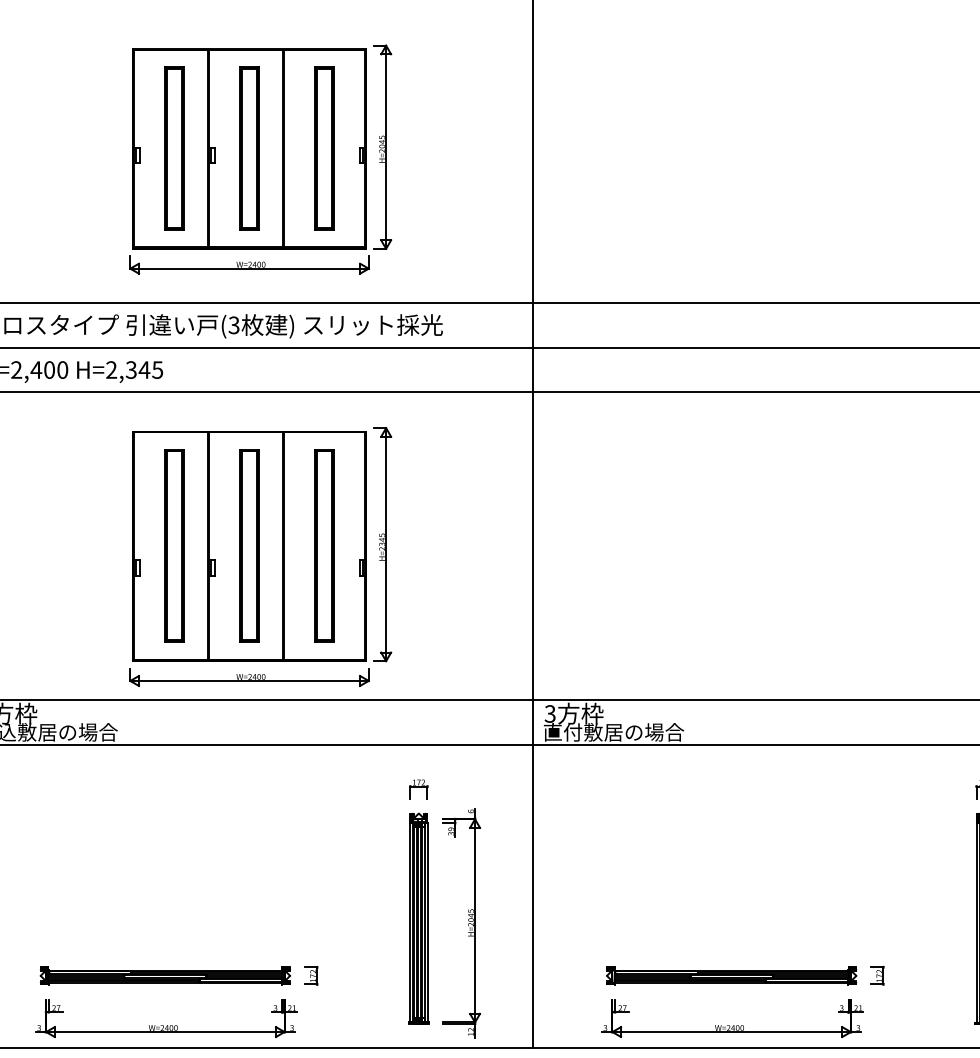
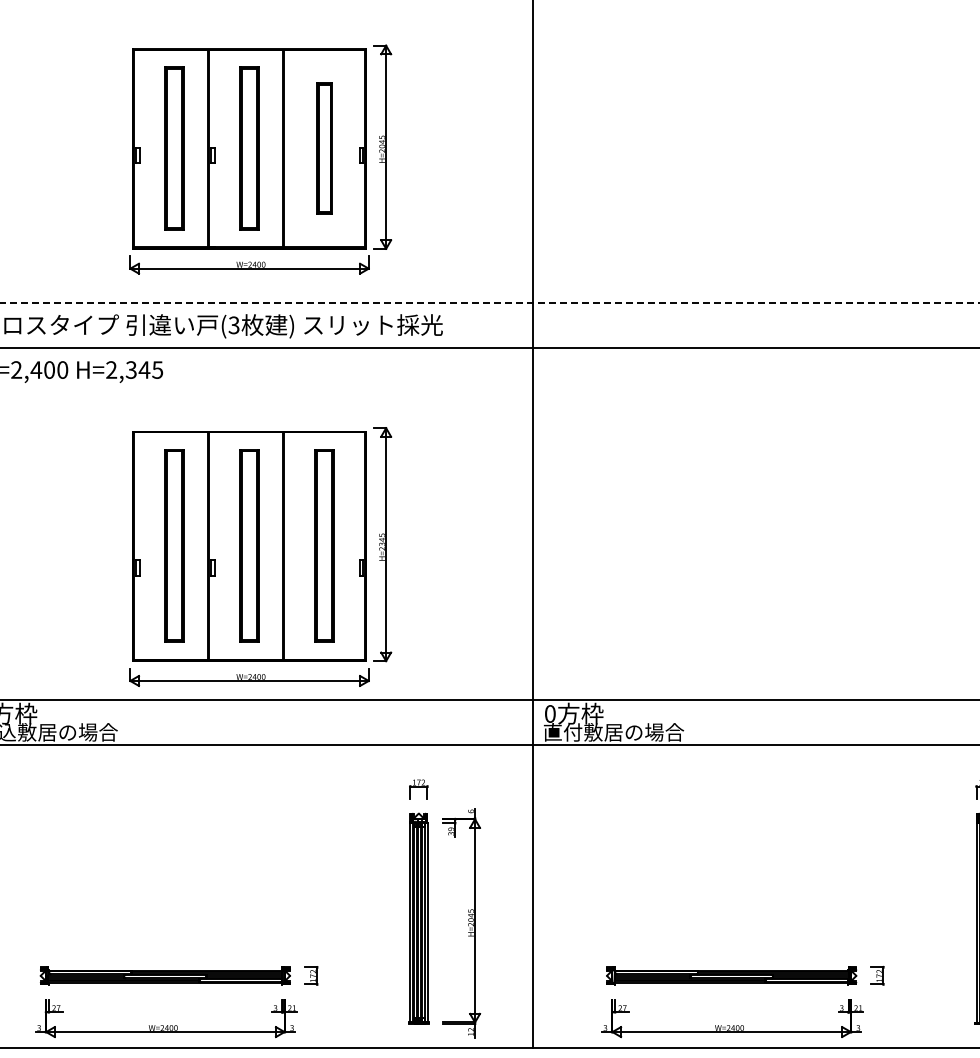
part at (324, 148) size: 21x165 px -> 17x133 px
line at (490, 303): solid -> dashed
line at (489, 392): present -> none
text at (549, 713): 3 -> 0
